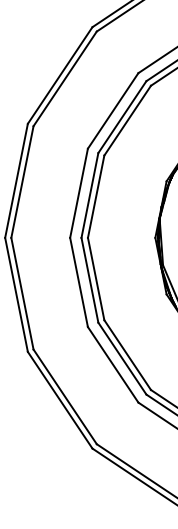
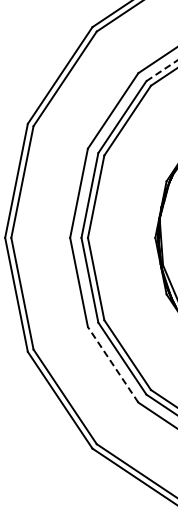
line at (162, 70): solid -> dashed
line at (112, 364): solid -> dashed
